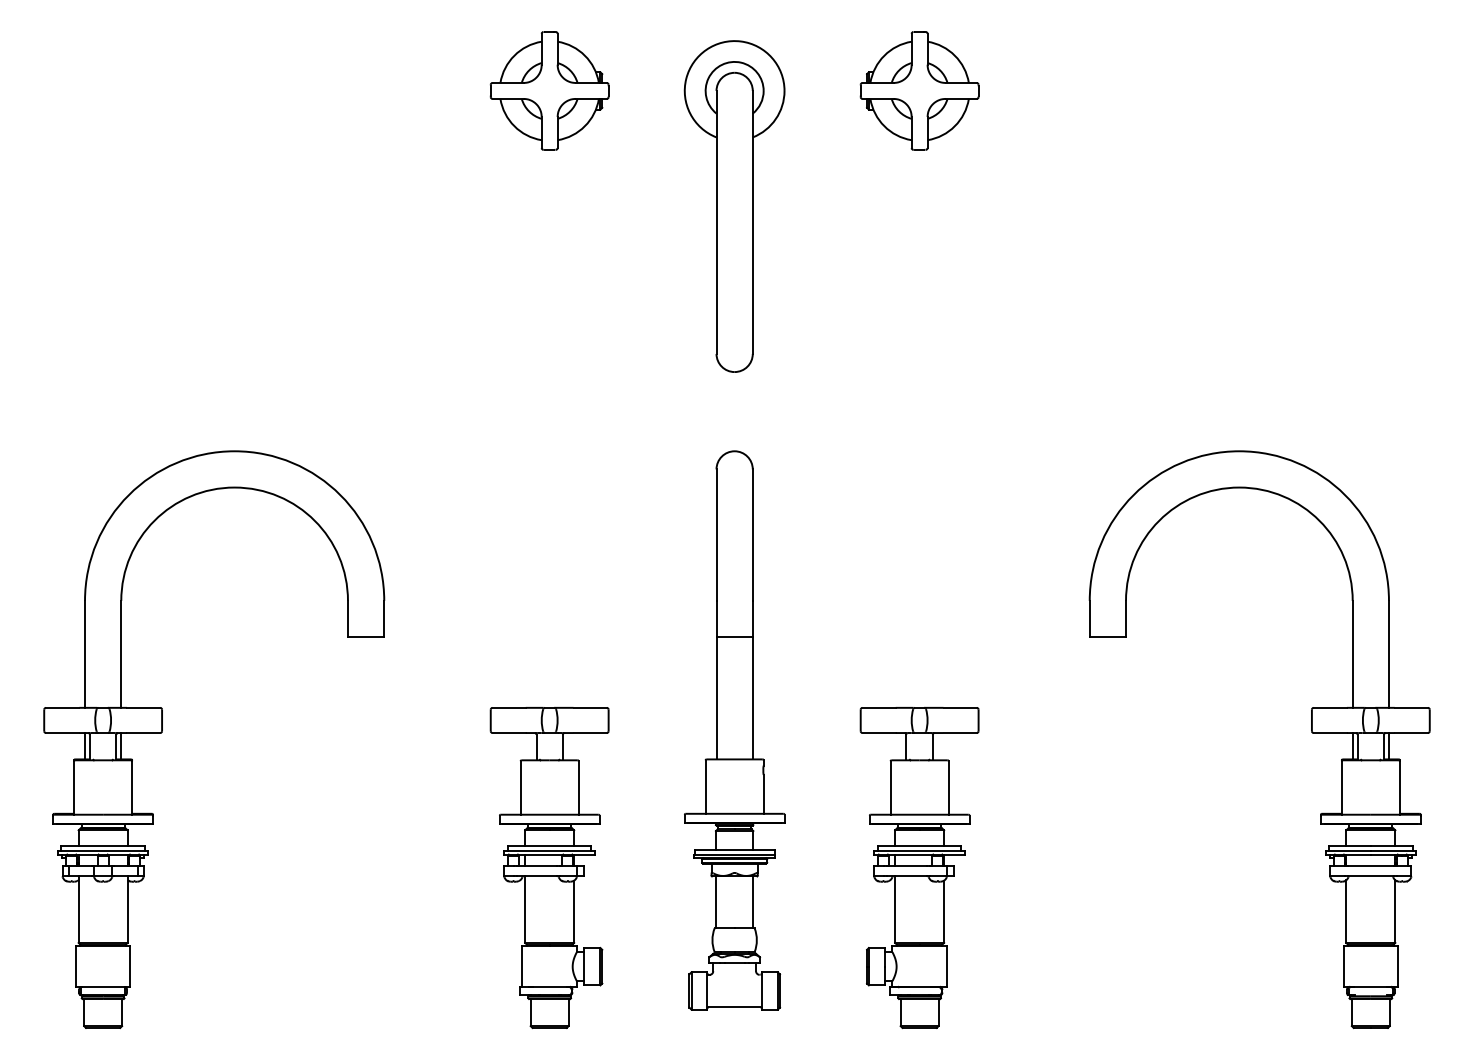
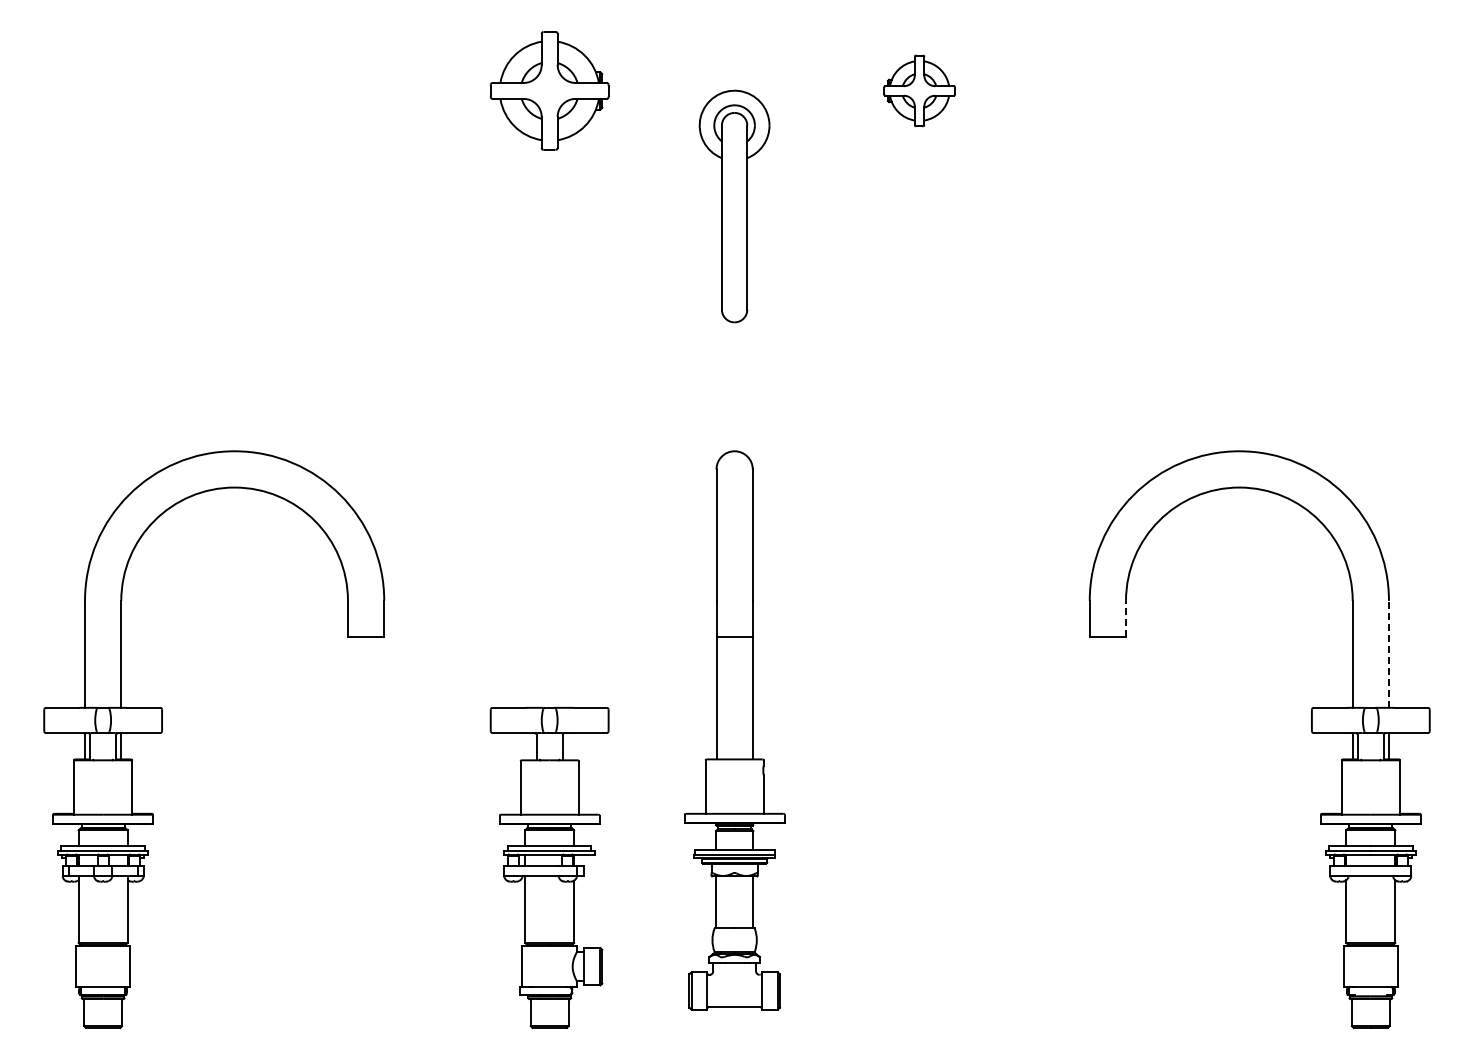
part at (919, 90) size: 121x120 px -> 73x74 px
part at (734, 206) size: 103x333 px -> 73x235 px
line at (1126, 618): solid -> dashed
line at (1388, 653): solid -> dashed
part at (919, 868): present -> none
